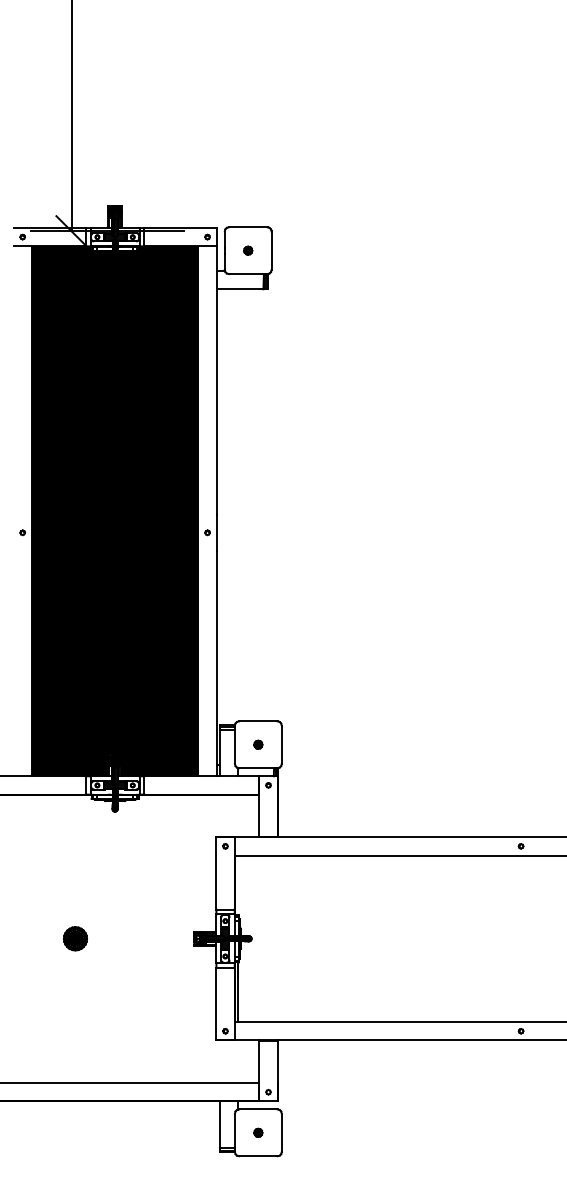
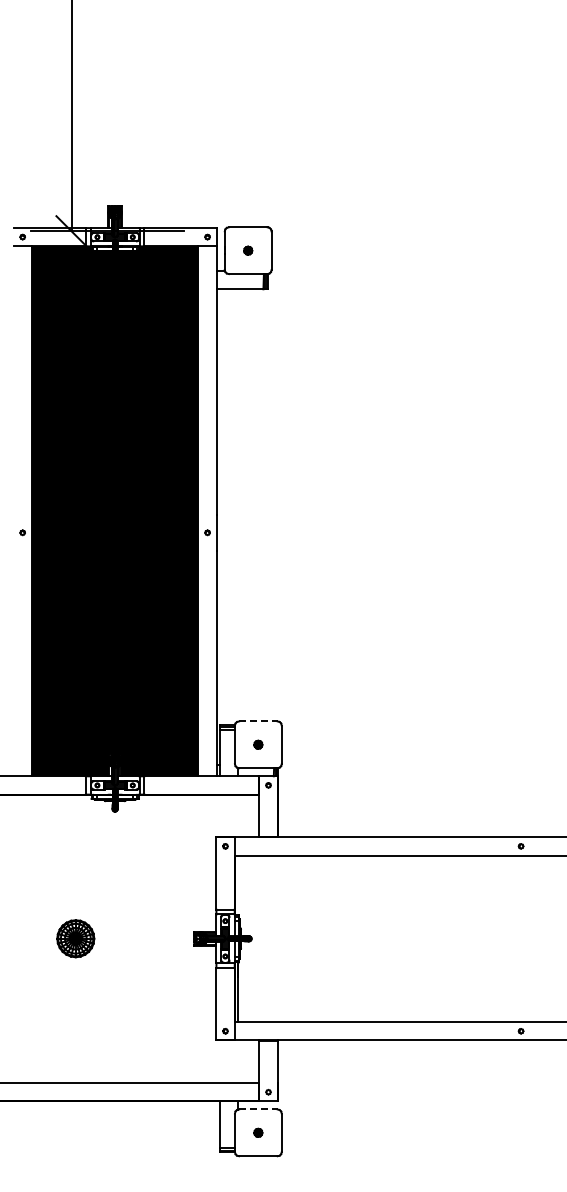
line at (258, 721): solid -> dashed
part at (74, 938) size: 26x26 px -> 40x40 px
line at (258, 1109): solid -> dashed
